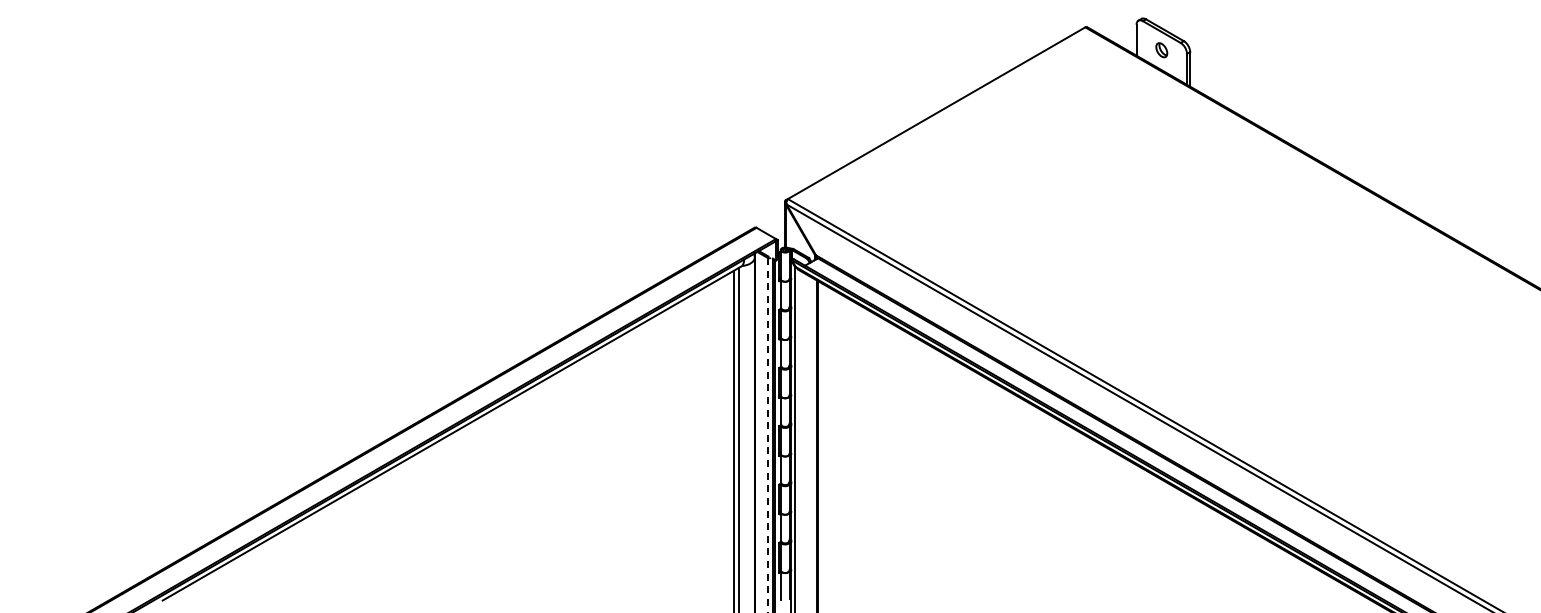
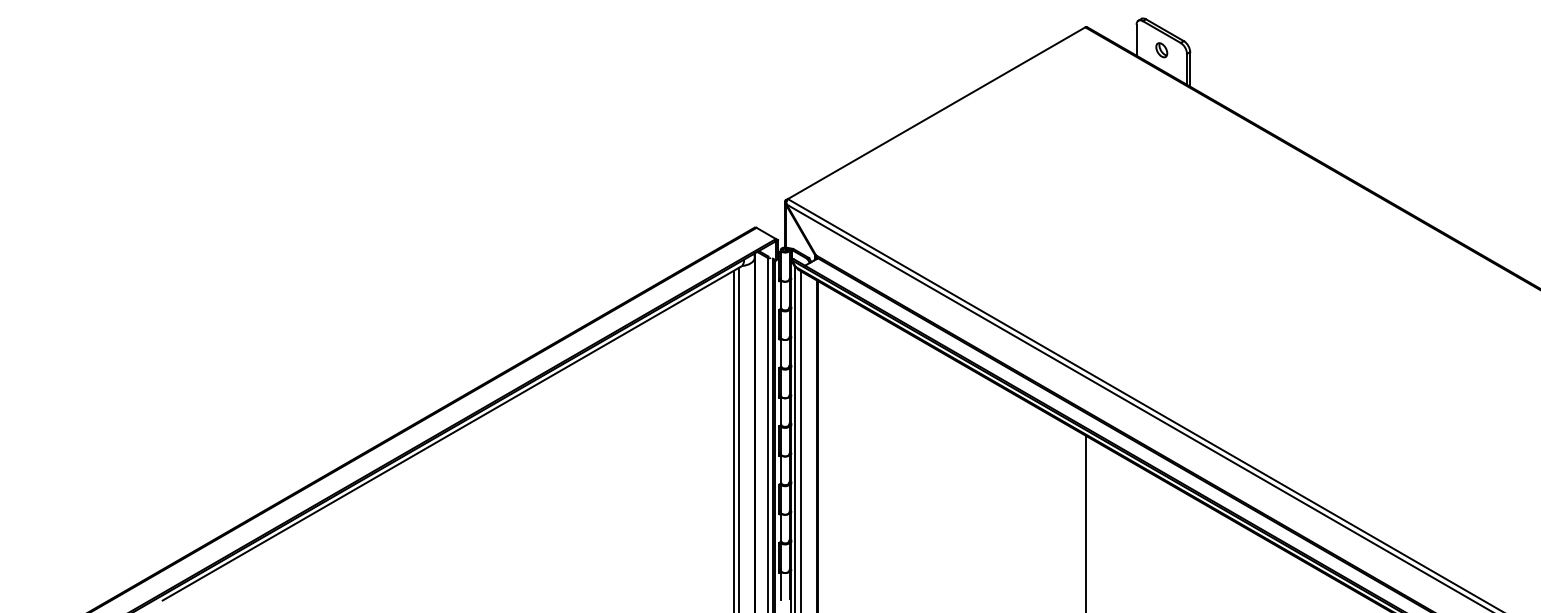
line at (767, 435): dashed -> solid
line at (800, 440): none -> present
line at (1086, 522): none -> present
